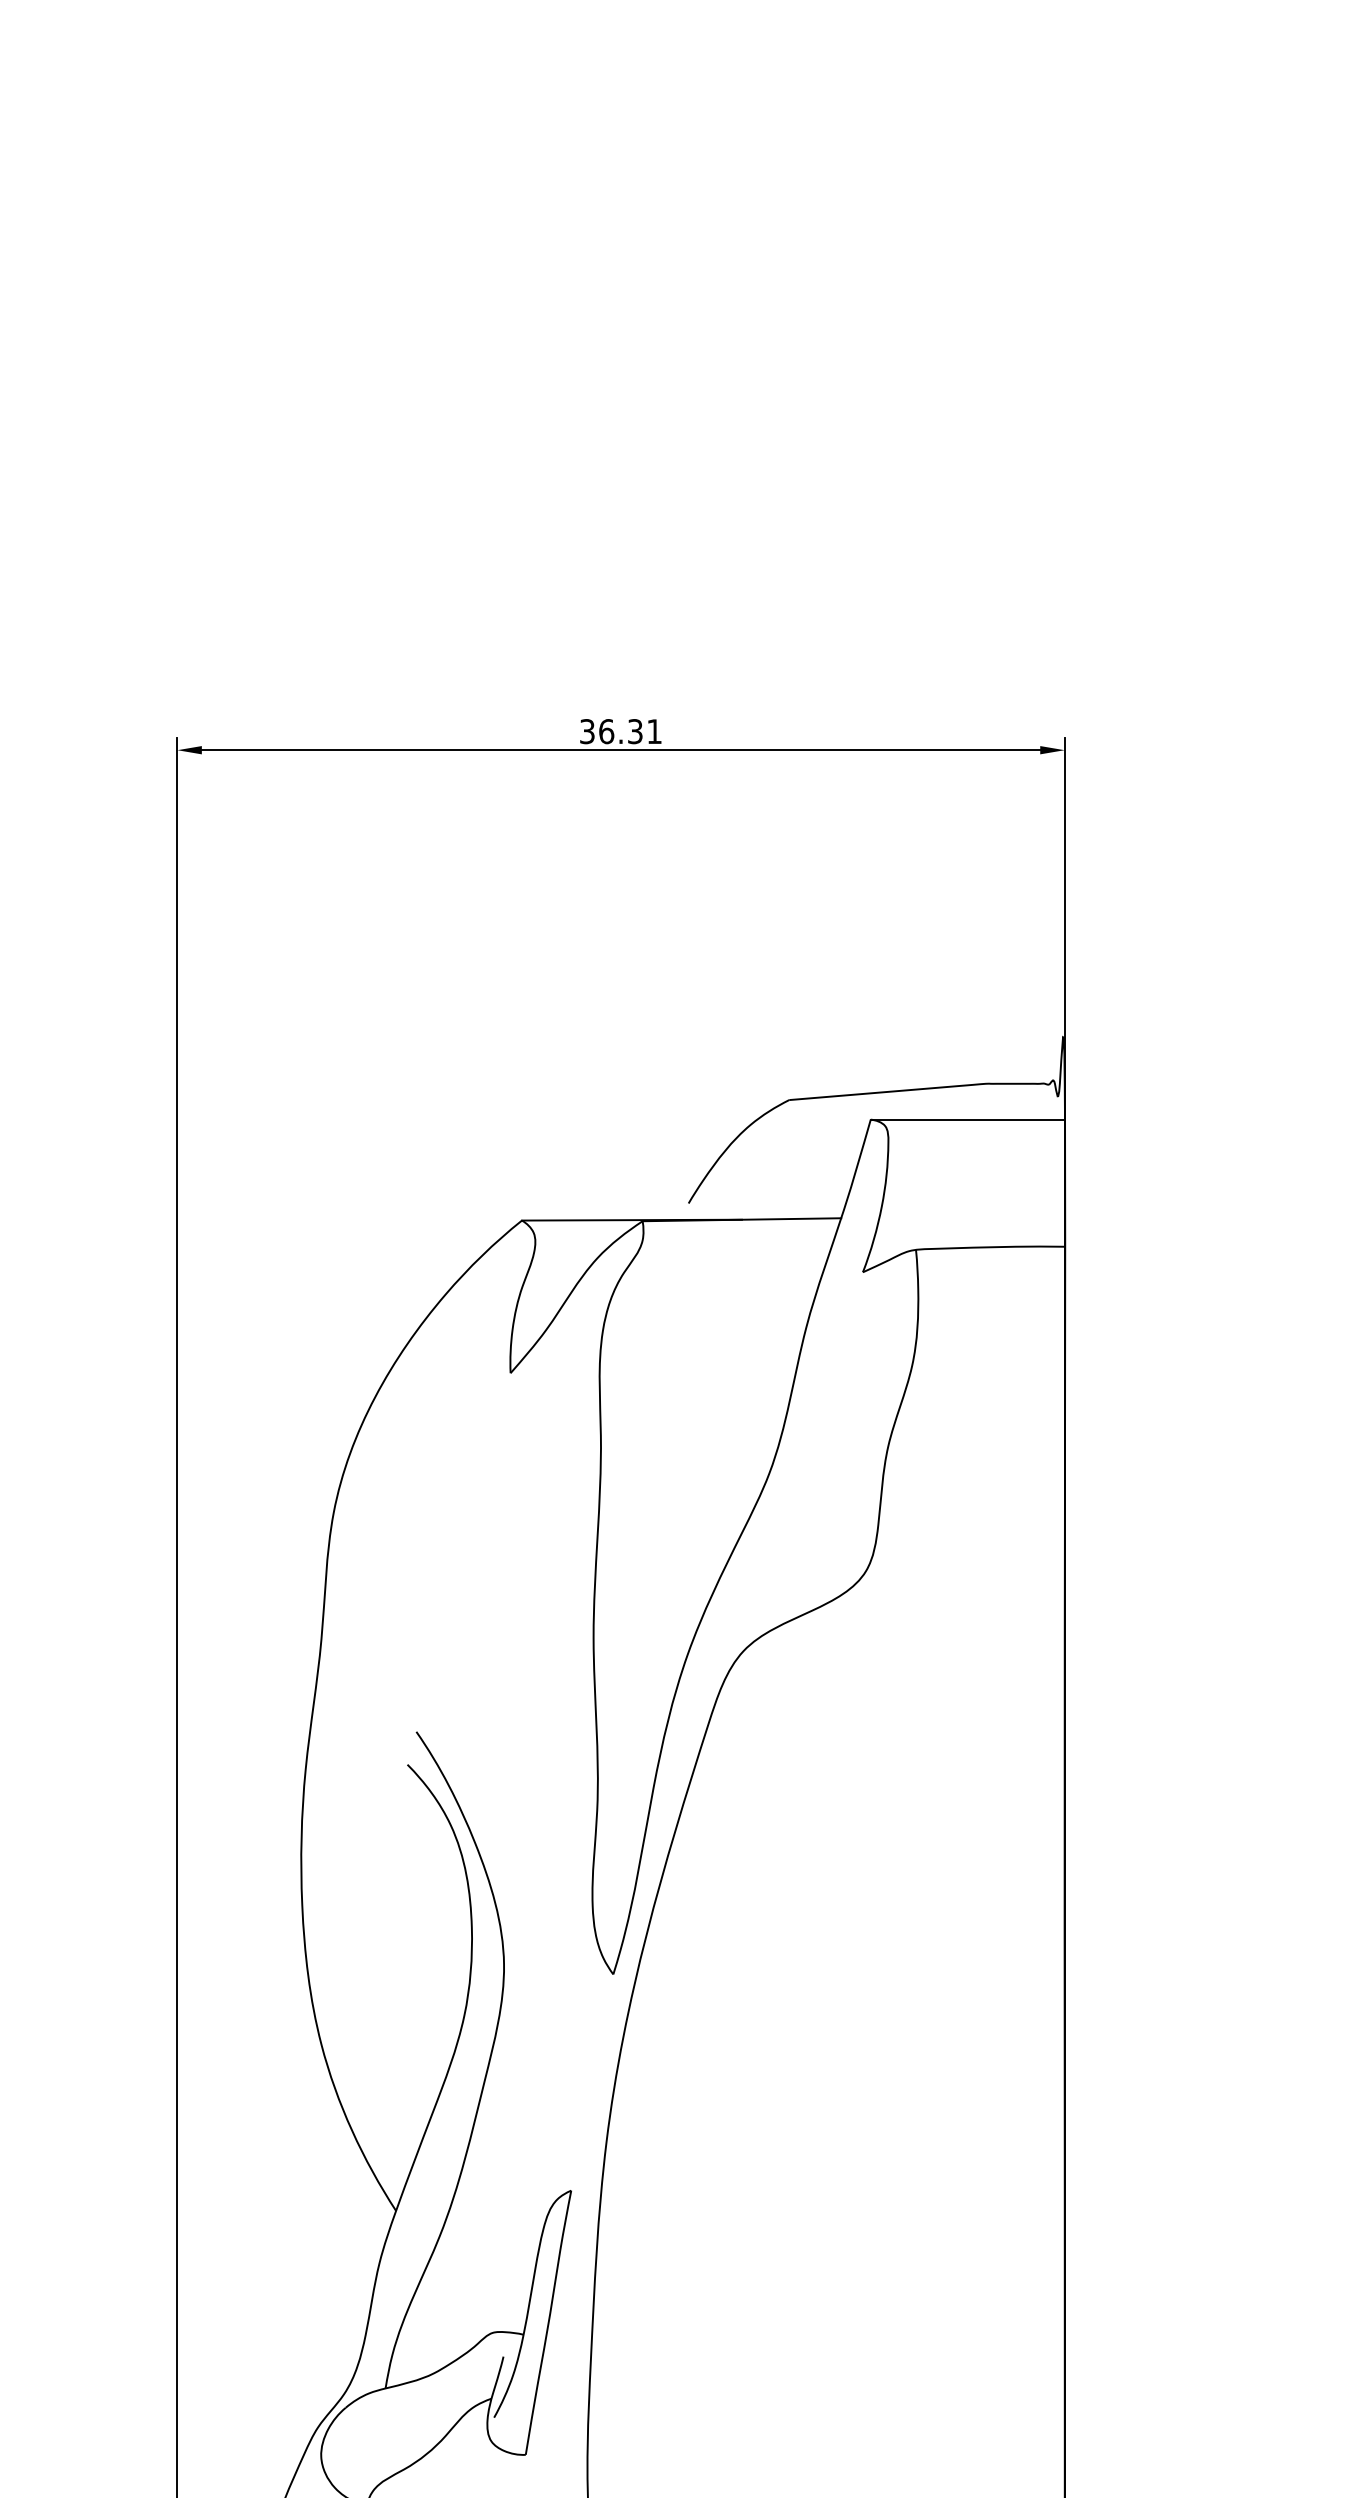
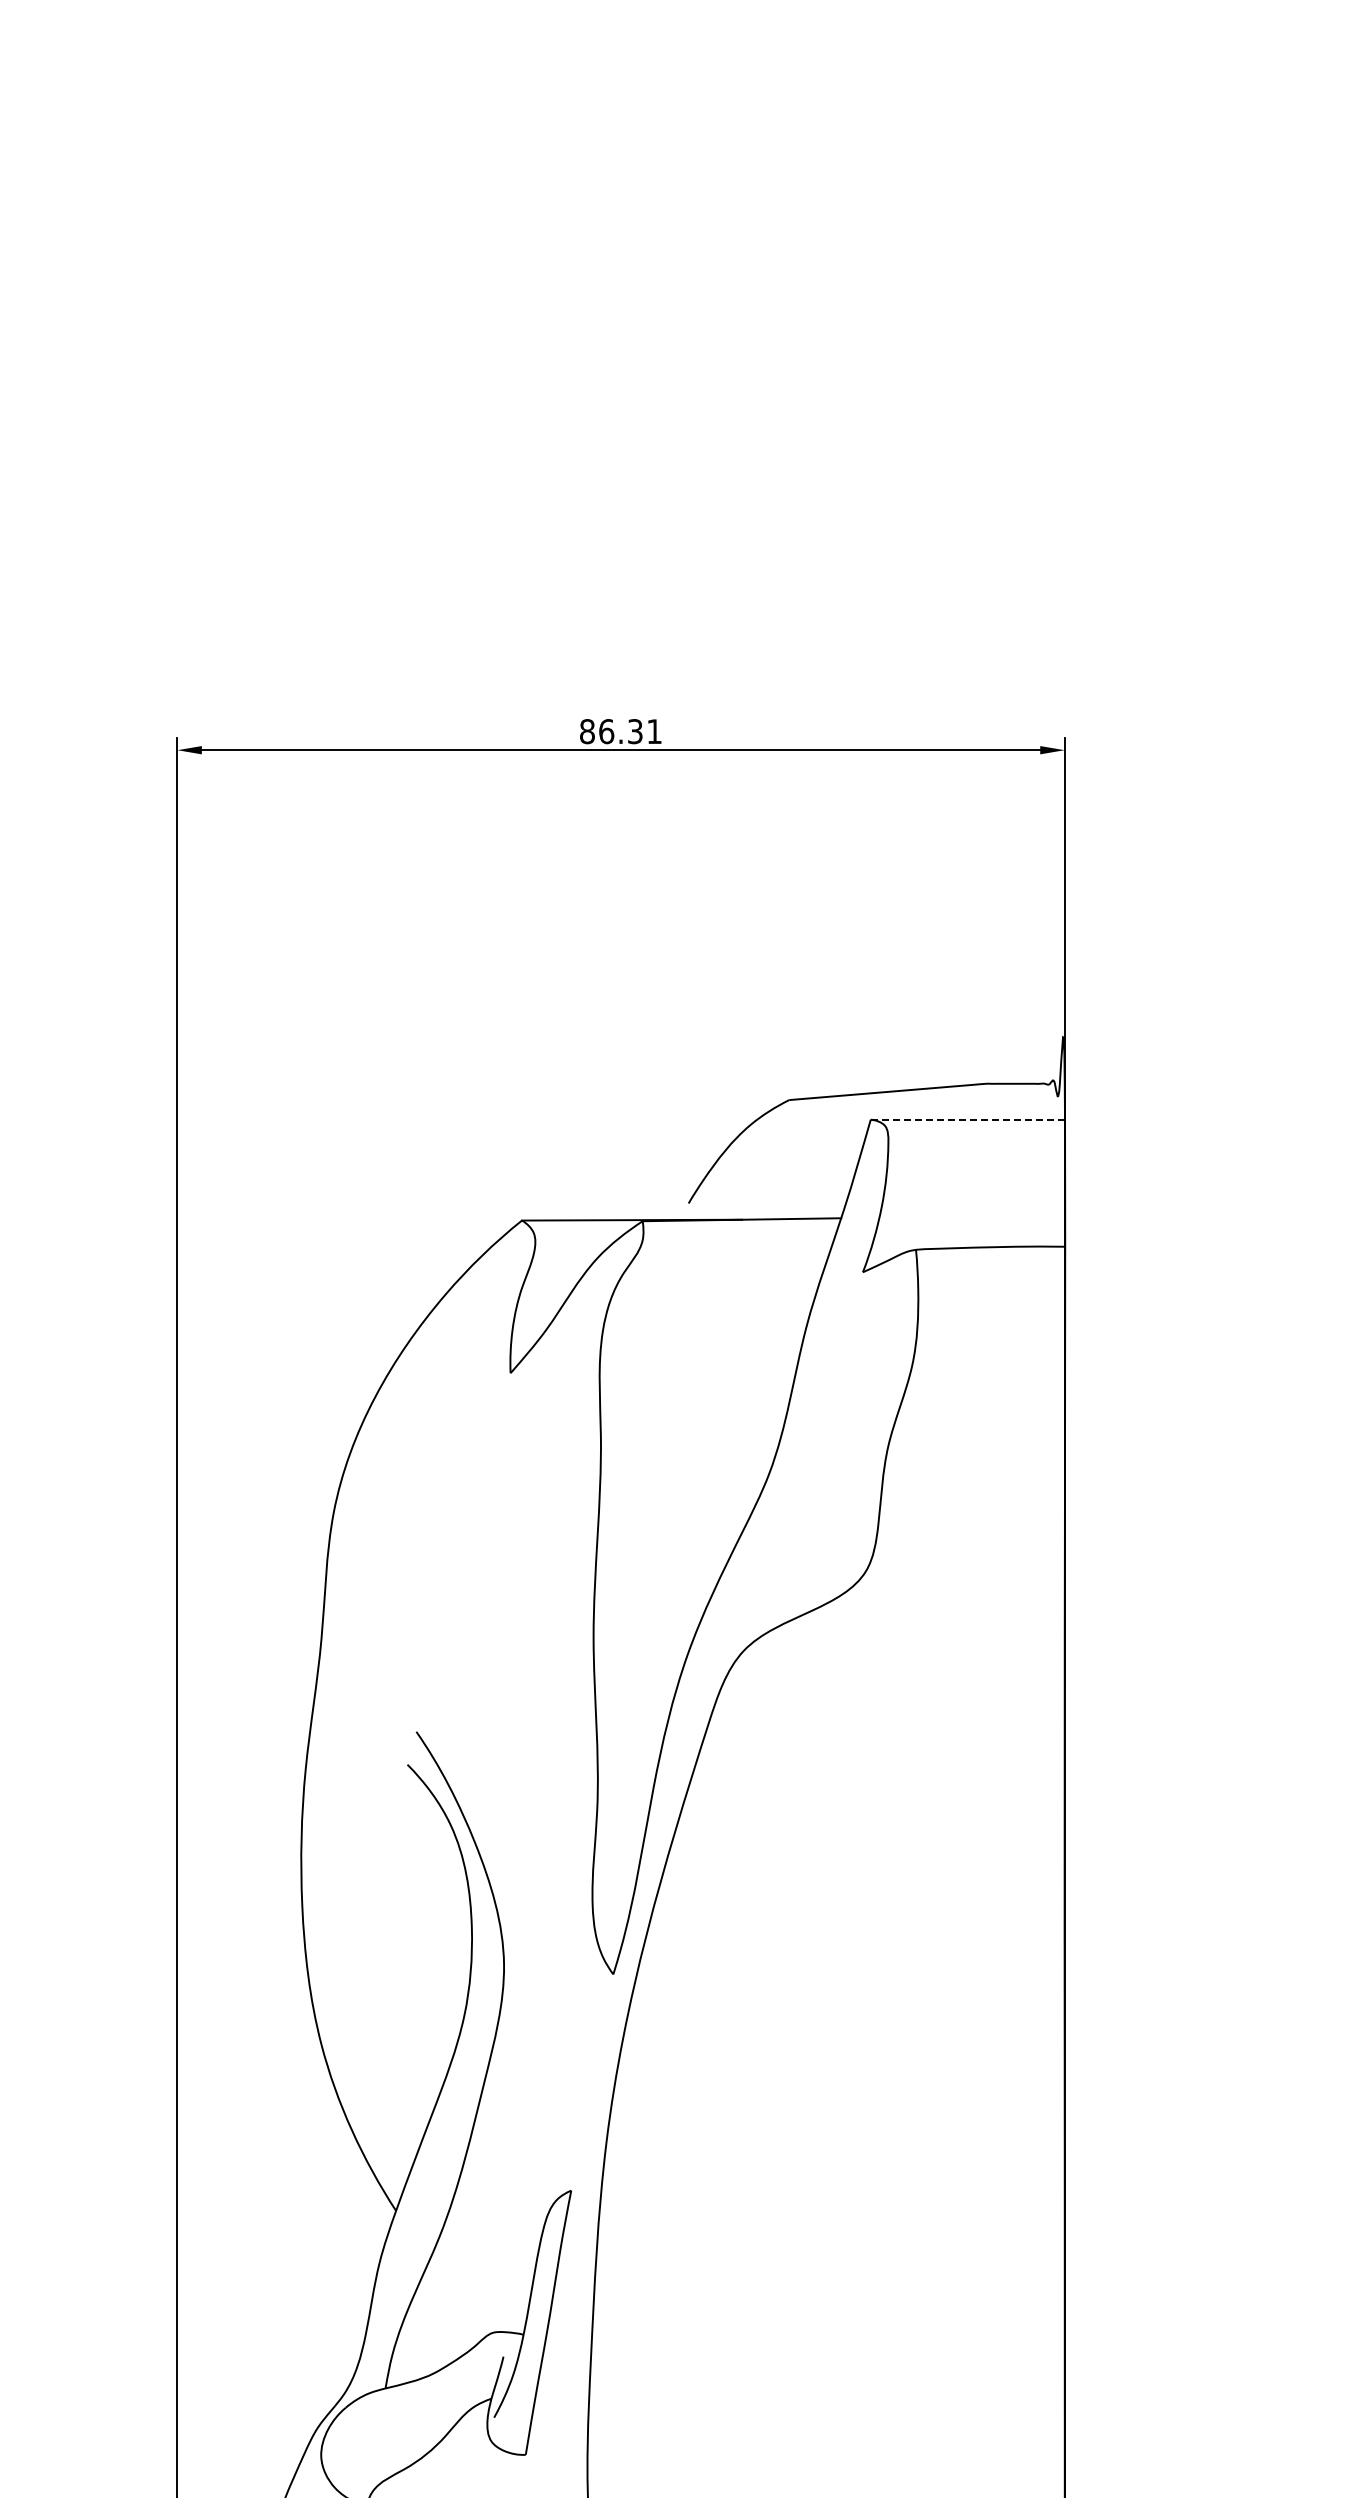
text at (587, 731): 36.31 -> 86.31
line at (967, 1119): solid -> dashed
